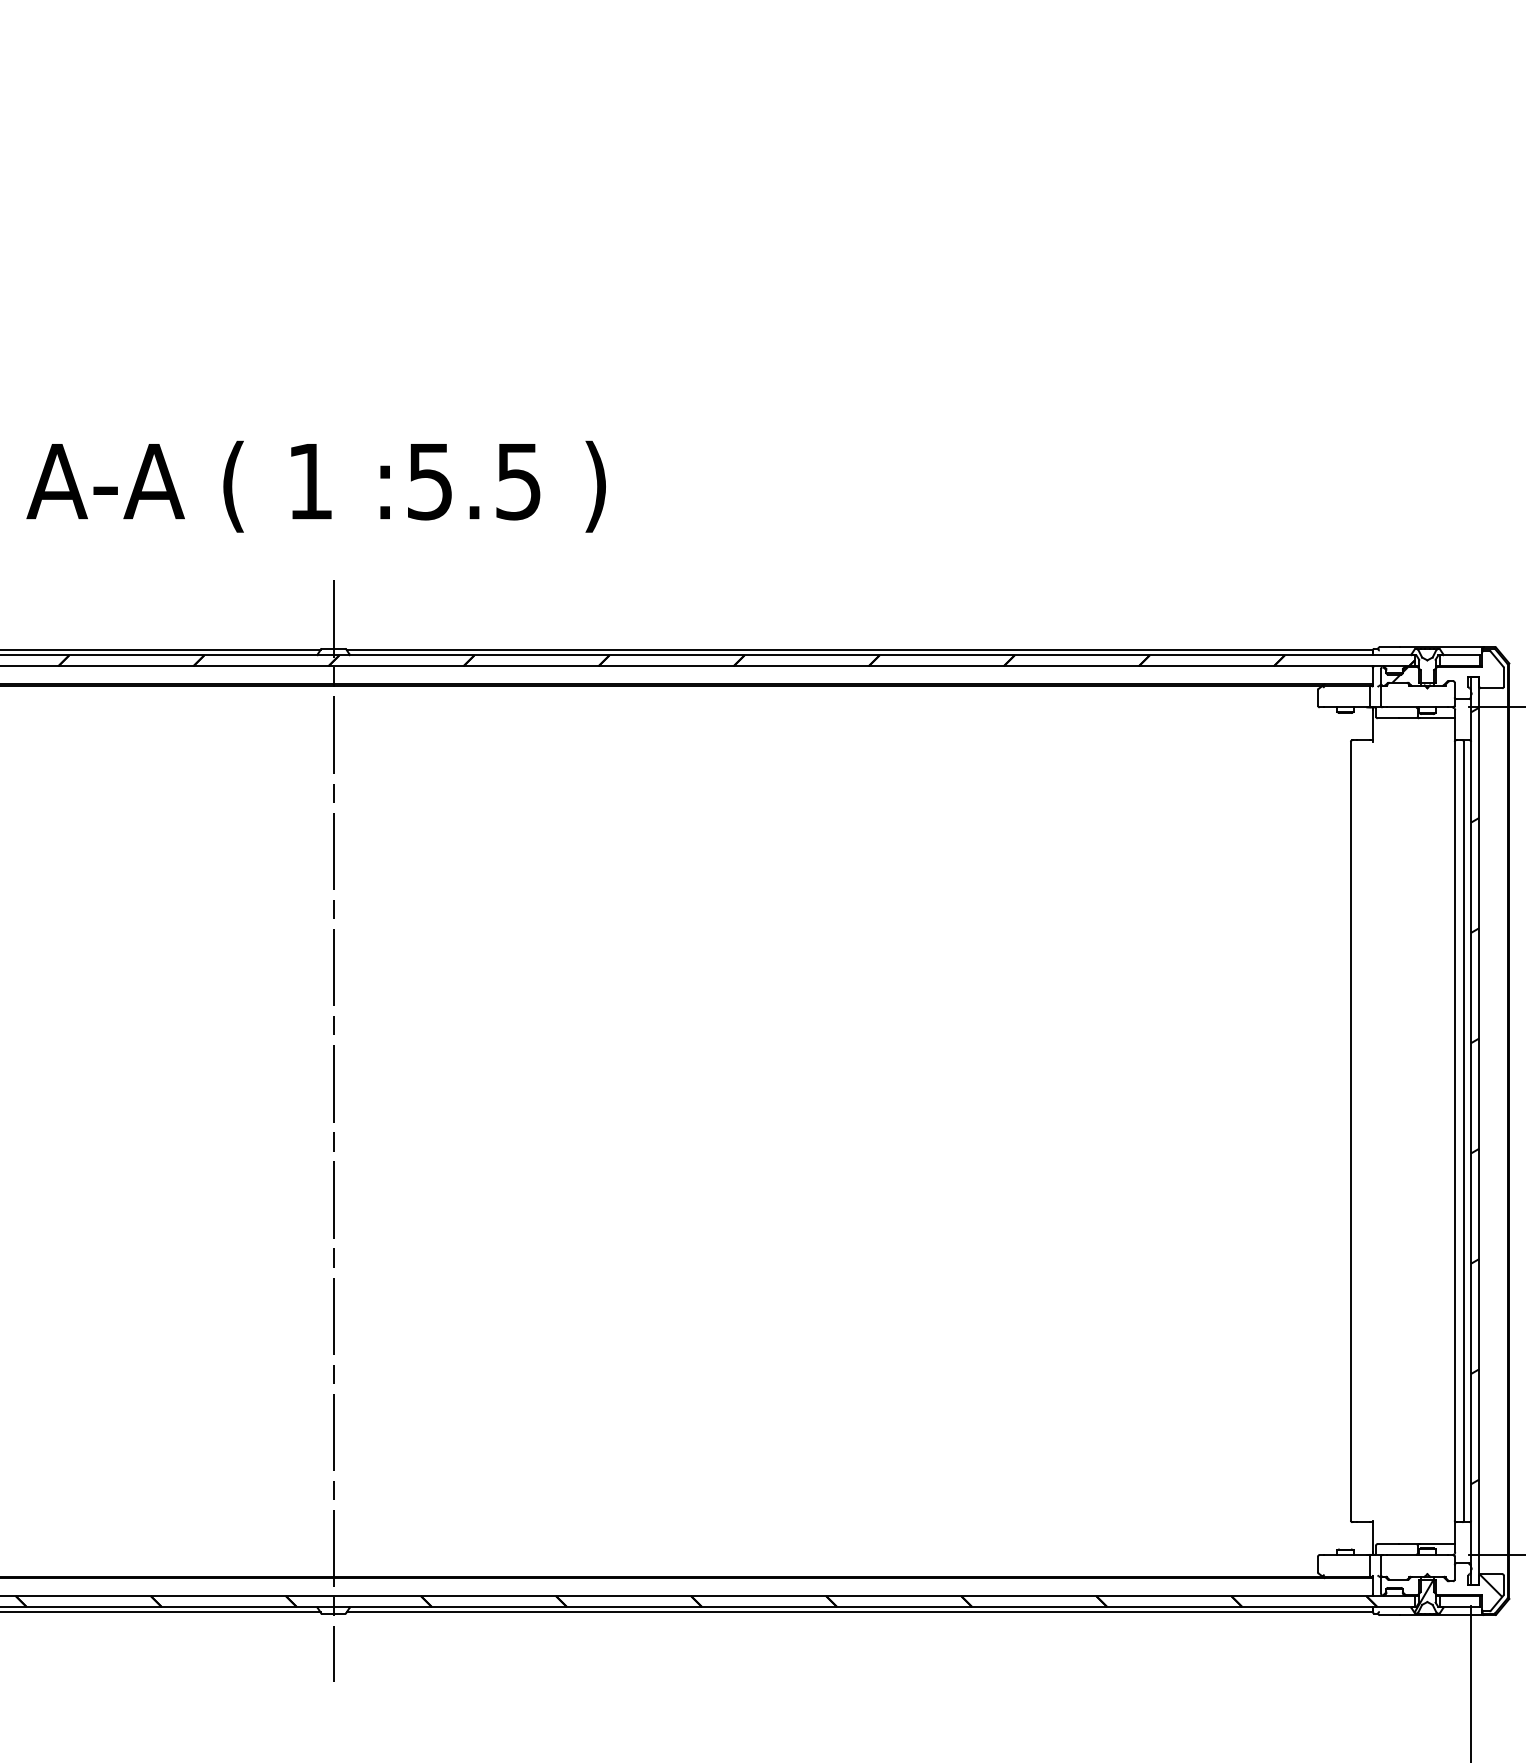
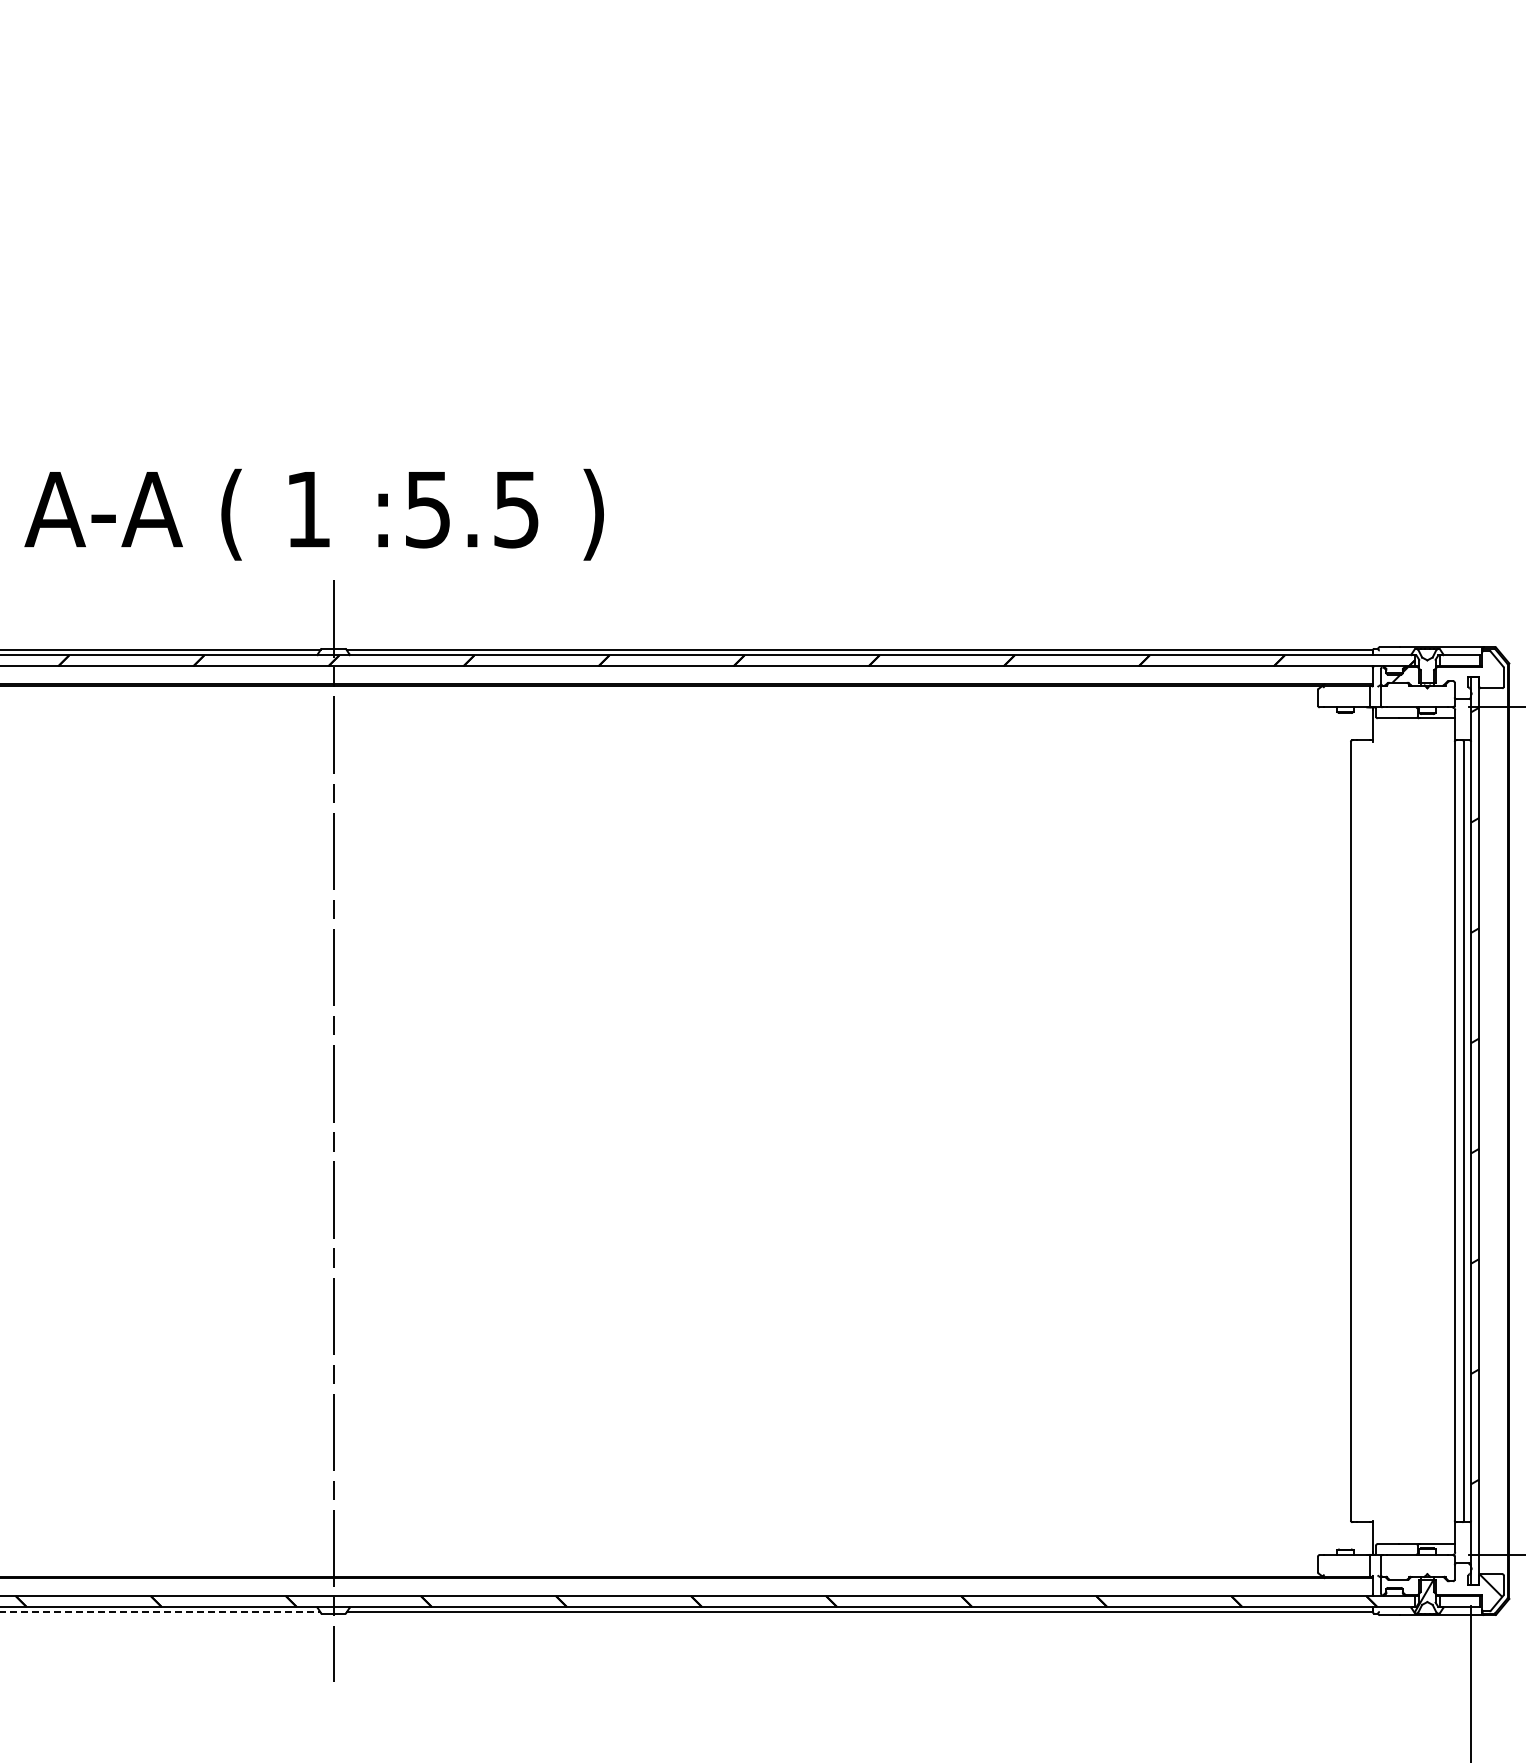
text at (315, 486) position: (315, 486) -> (313, 514)
line at (160, 1612): solid -> dashed
